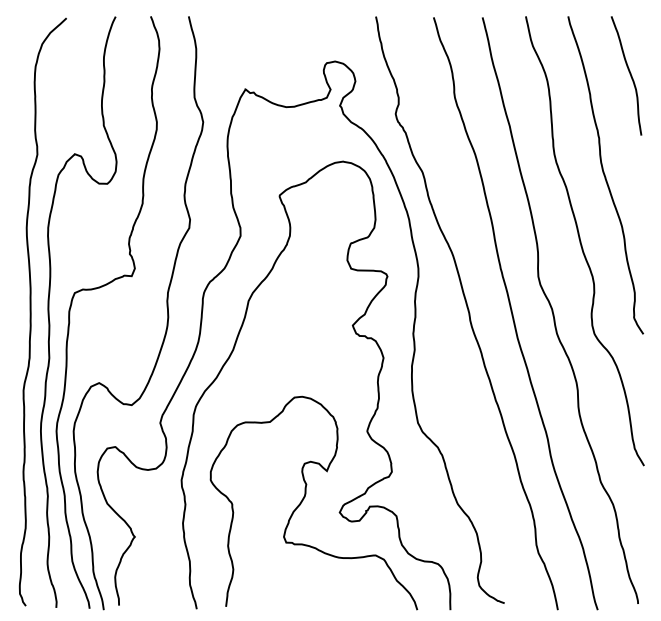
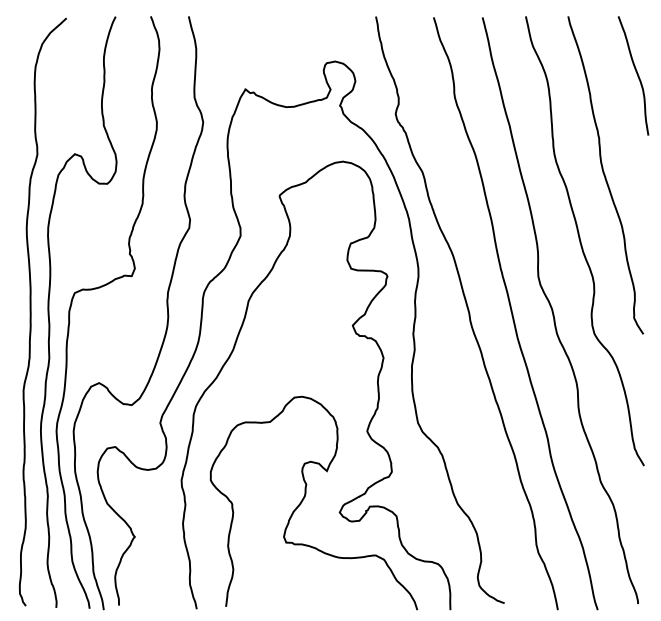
curve at (629, 74) position: (629, 74) -> (636, 74)
